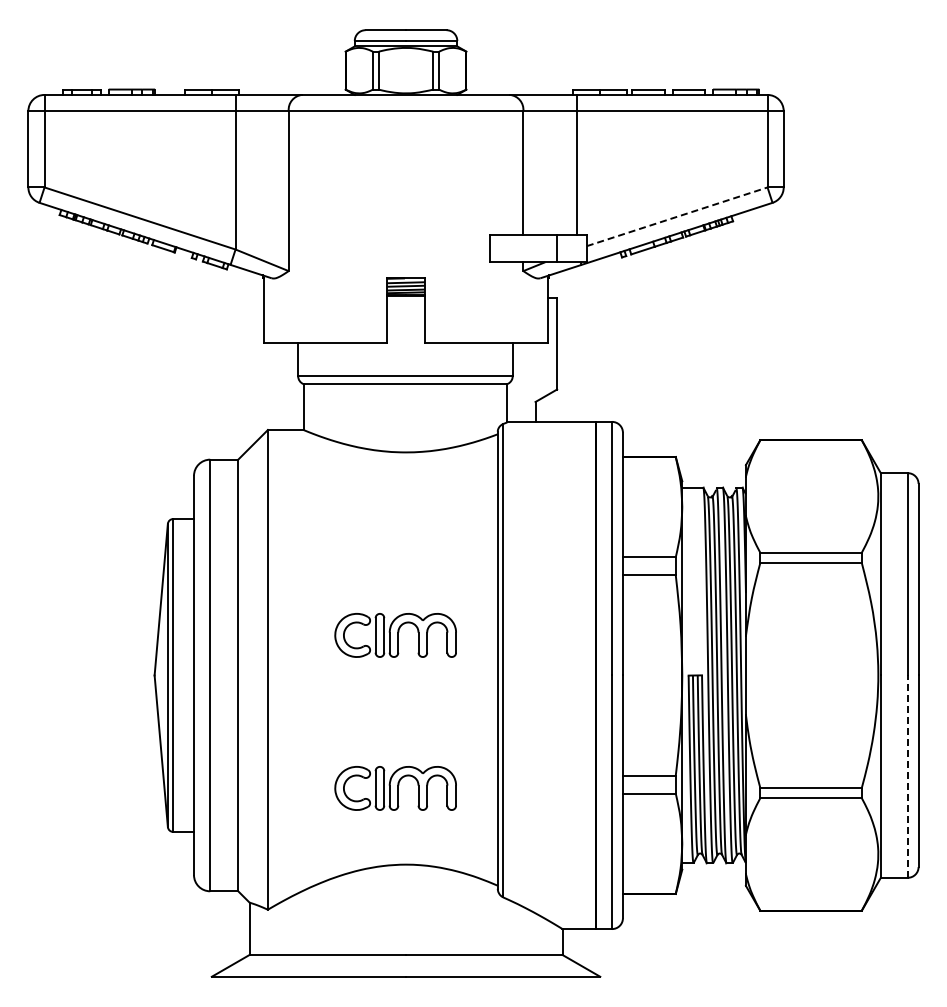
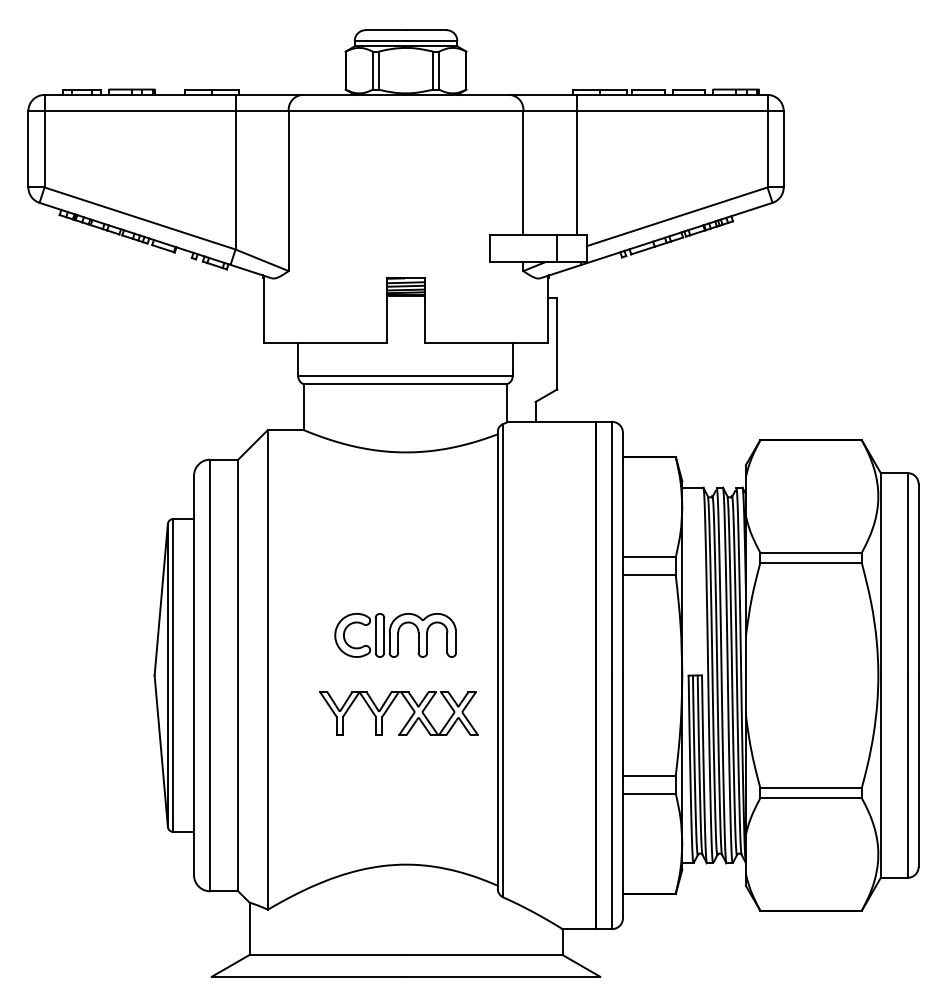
line at (677, 216): dashed -> solid
part at (390, 706): none -> present
line at (907, 776): dashed -> solid
part at (395, 788): present -> none
